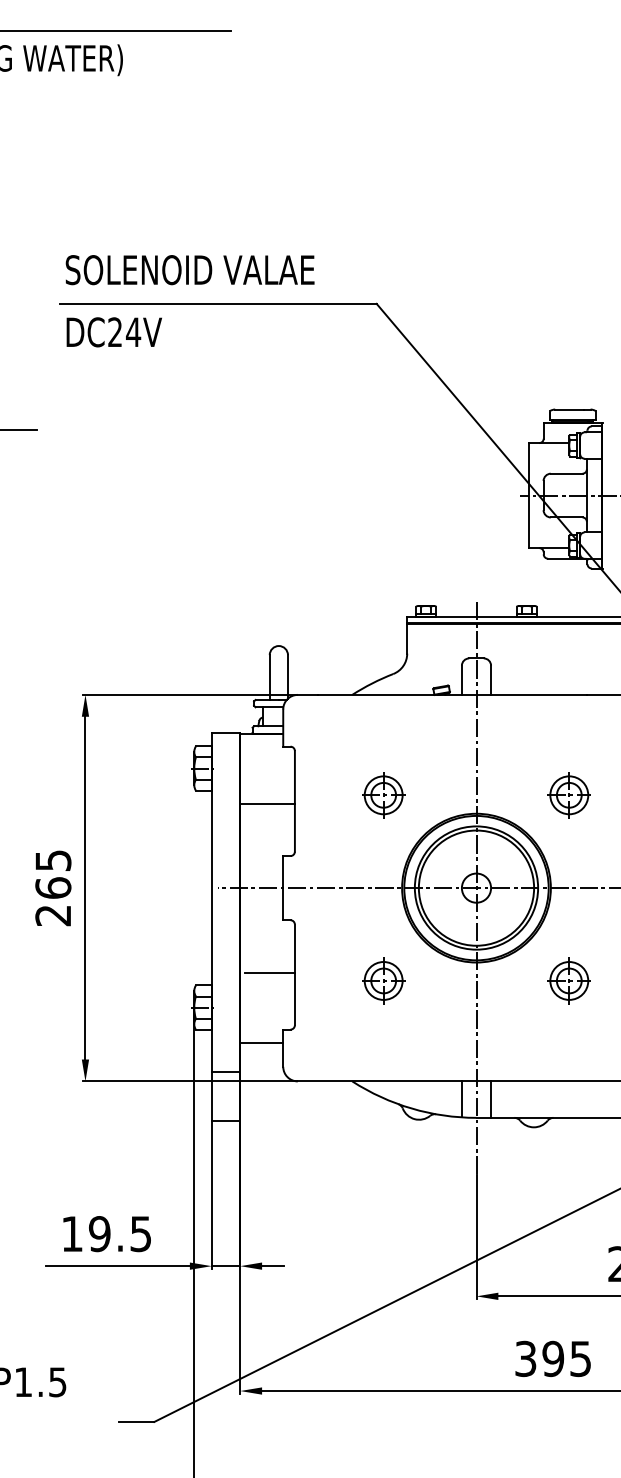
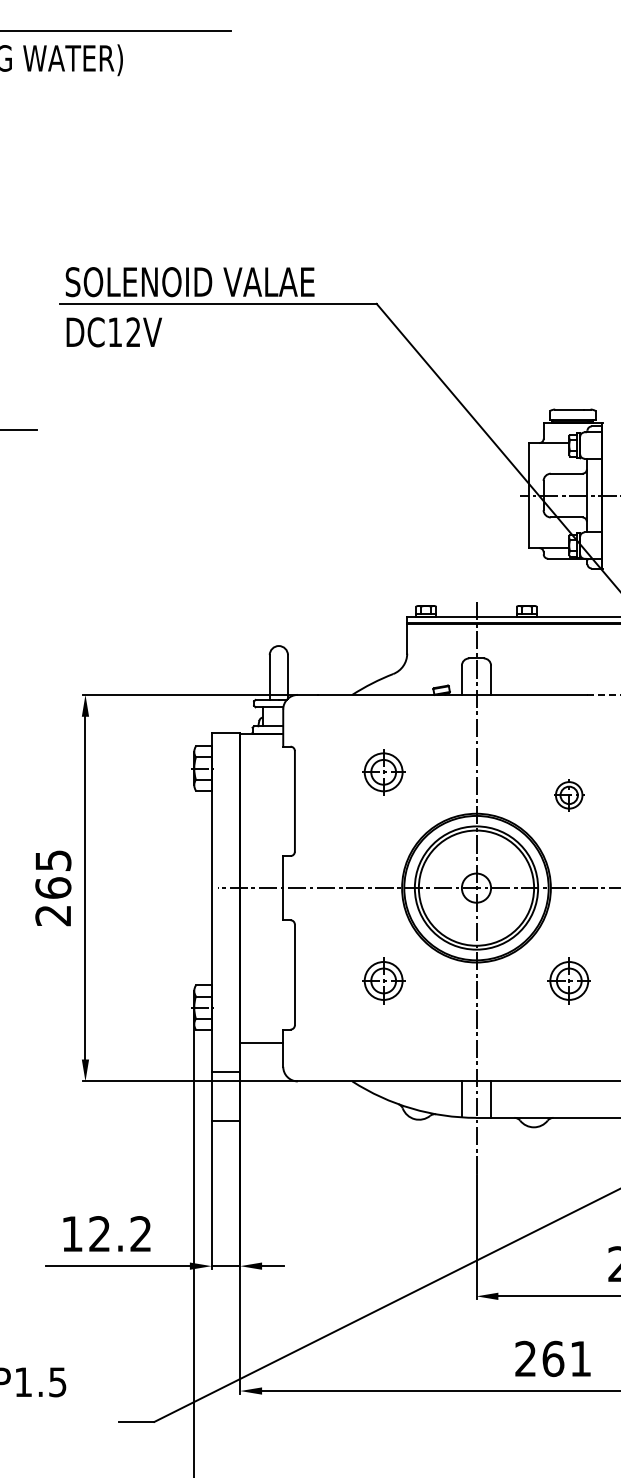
text at (189, 270) position: (189, 270) -> (189, 282)
text at (124, 331): DC24V -> DC12V
line at (603, 694): solid -> dashed
part at (383, 795) position: (383, 795) -> (383, 772)
part at (568, 795) size: 44x47 px -> 31x33 px
line at (267, 803): present -> none
line at (269, 972): present -> none
text at (119, 1234): 19.5 -> 12.2
text at (552, 1358): 395 -> 261
